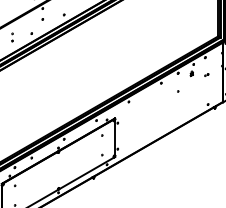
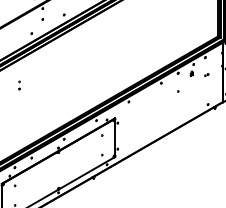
part at (12, 37) position: (12, 37) -> (19, 85)
